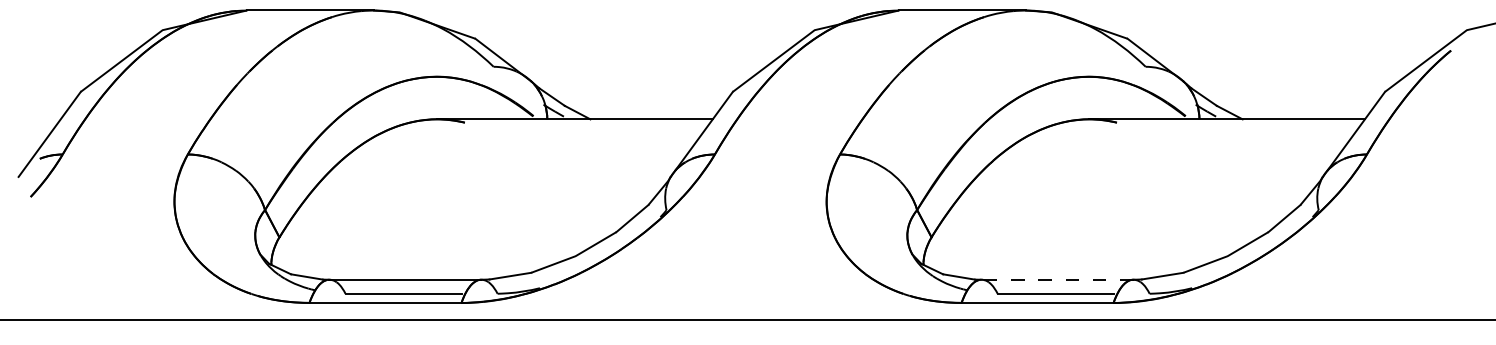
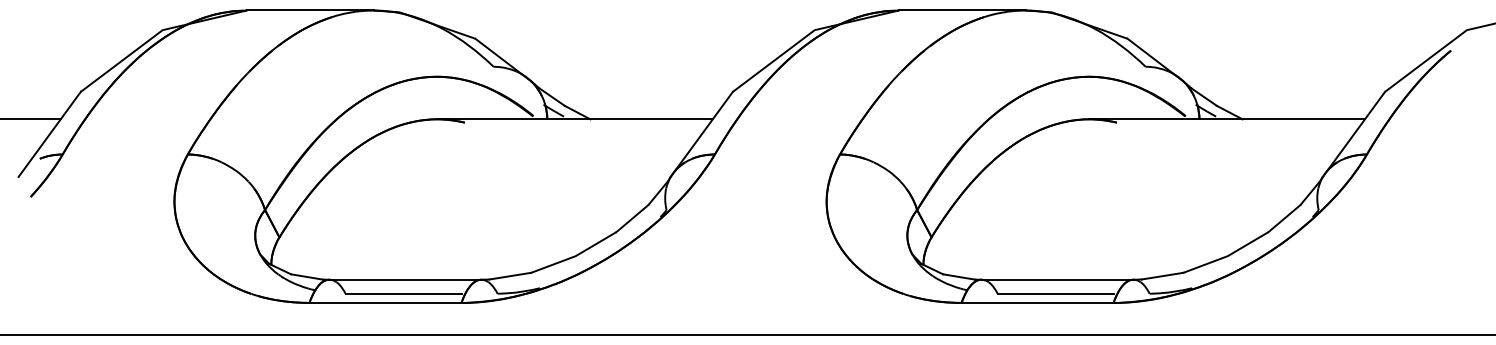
line at (31, 119): none -> present
line at (1057, 279): dashed -> solid
line at (747, 320) position: (747, 320) -> (747, 334)
